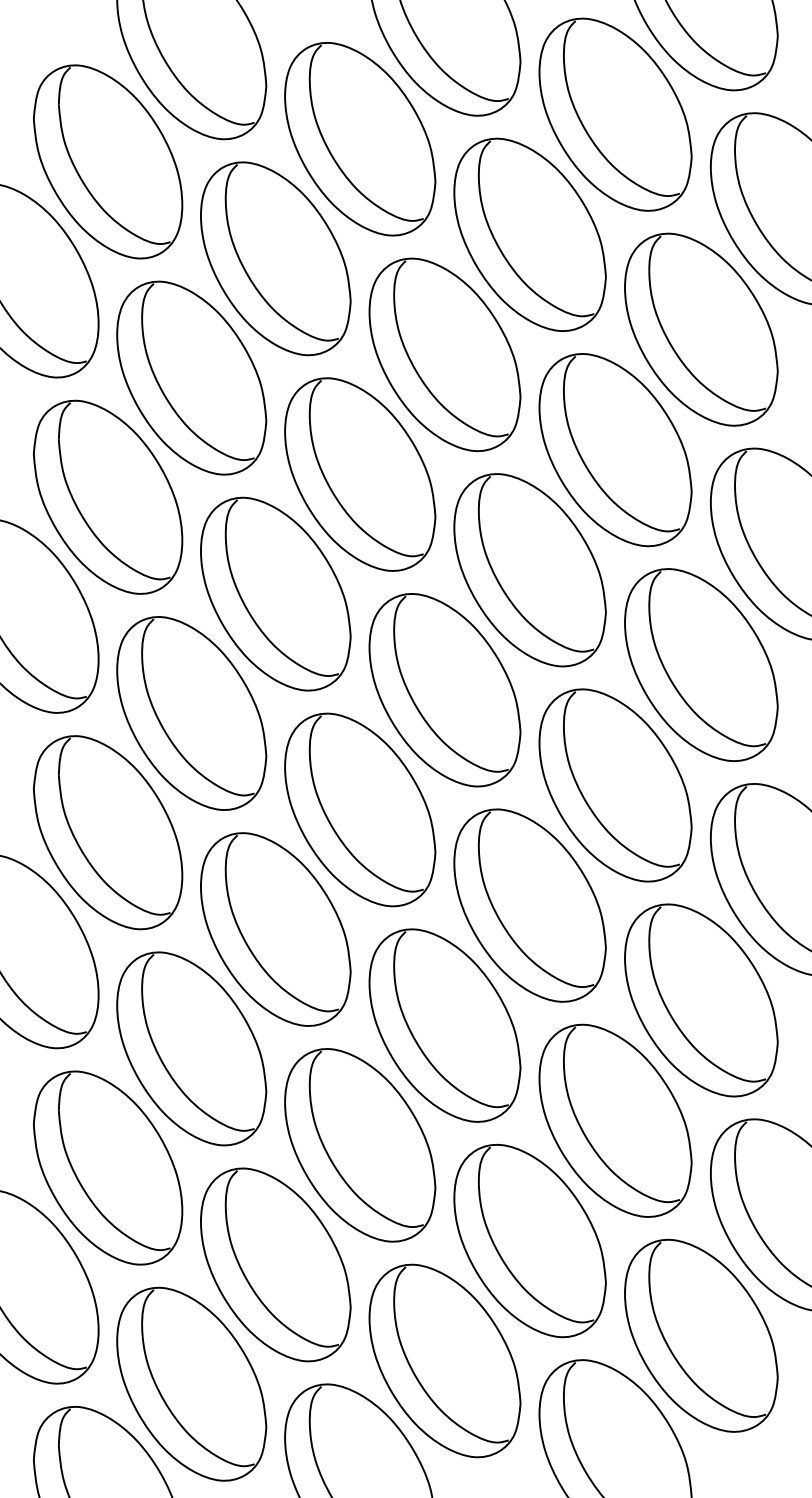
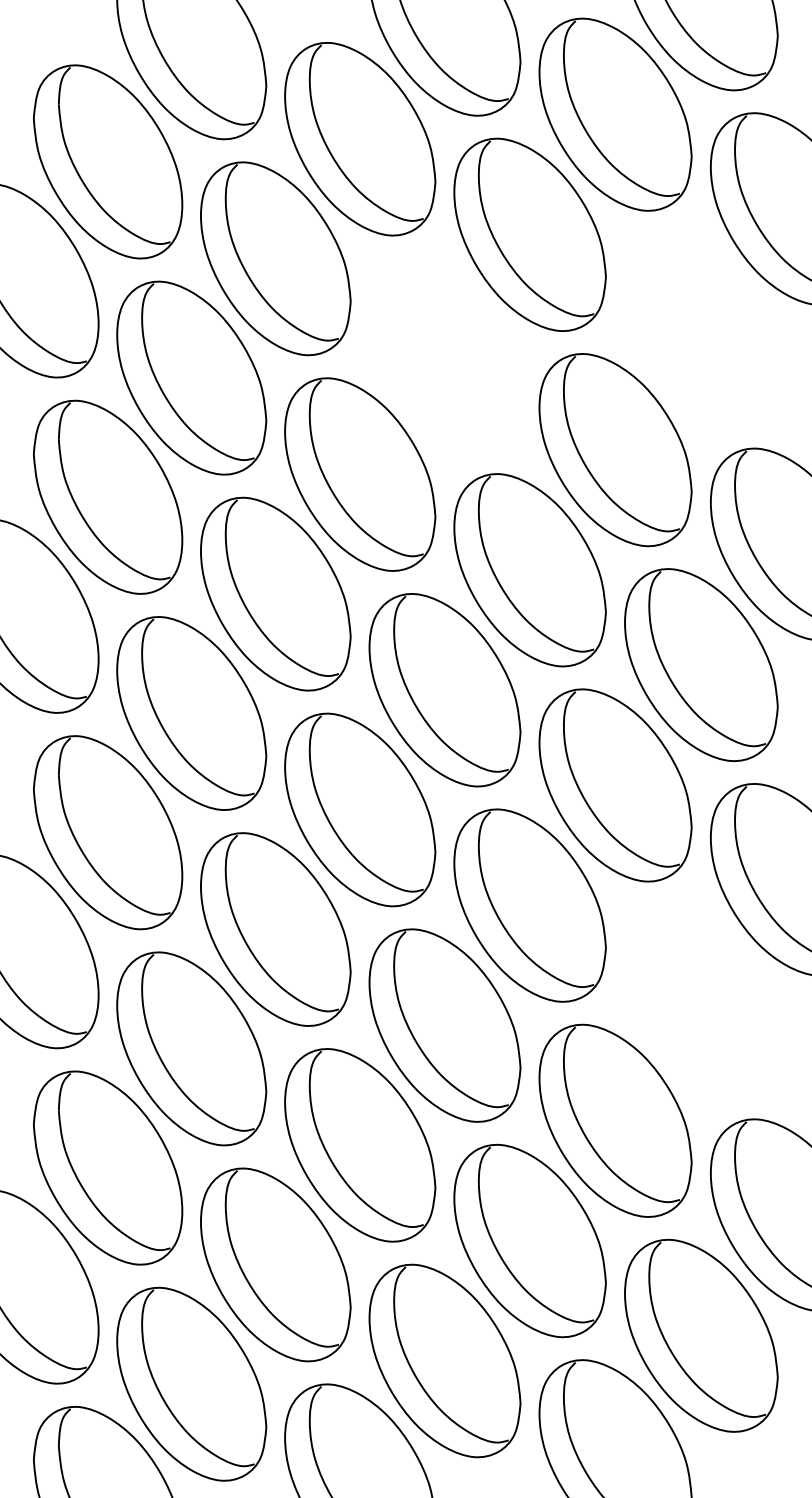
part at (701, 329): present -> none
part at (444, 354): present -> none
part at (701, 1000): present -> none
